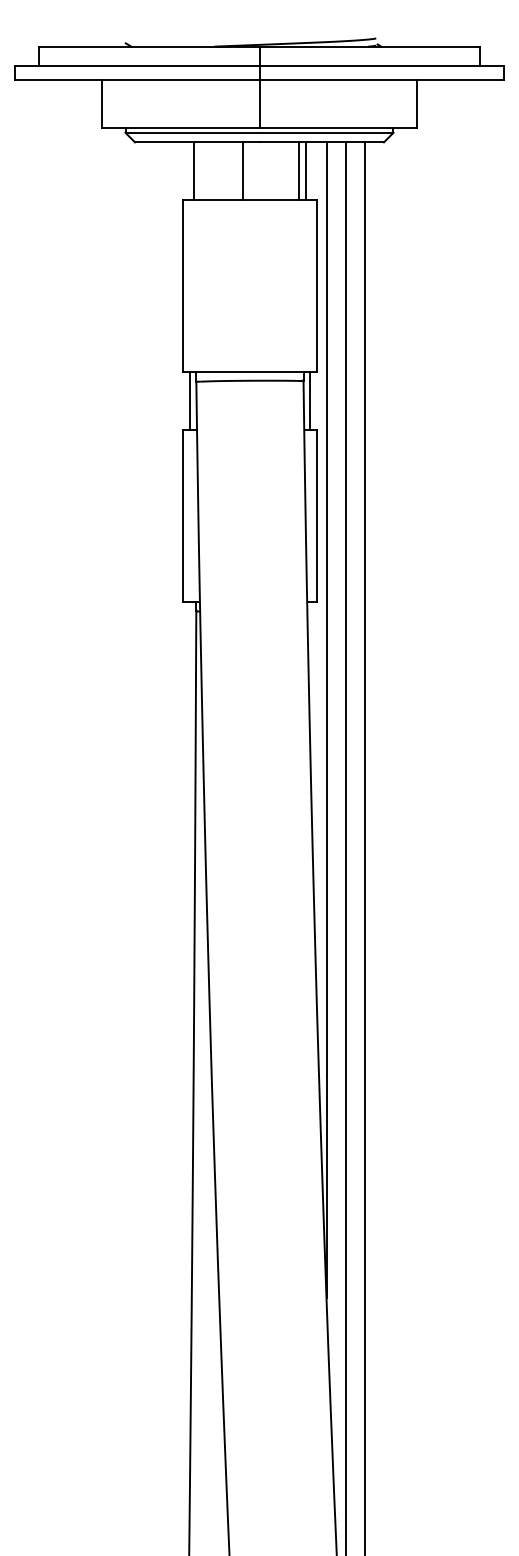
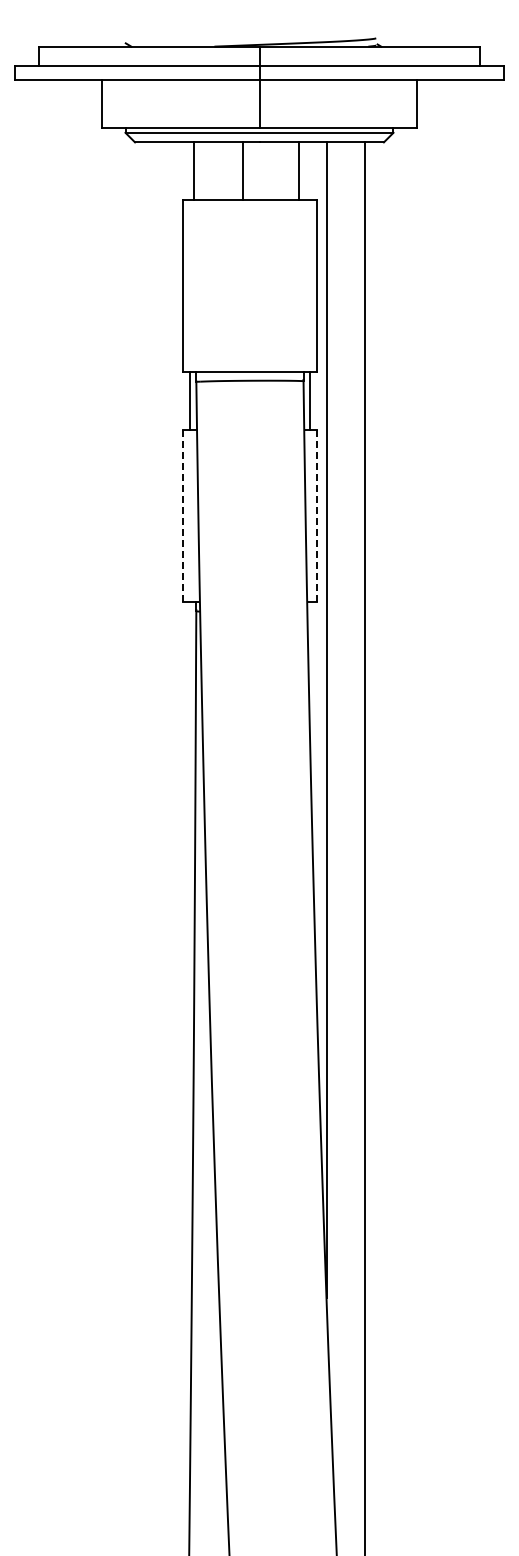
line at (305, 170): present -> none
line at (316, 515): solid -> dashed
line at (182, 516): solid -> dashed
line at (345, 847): present -> none
